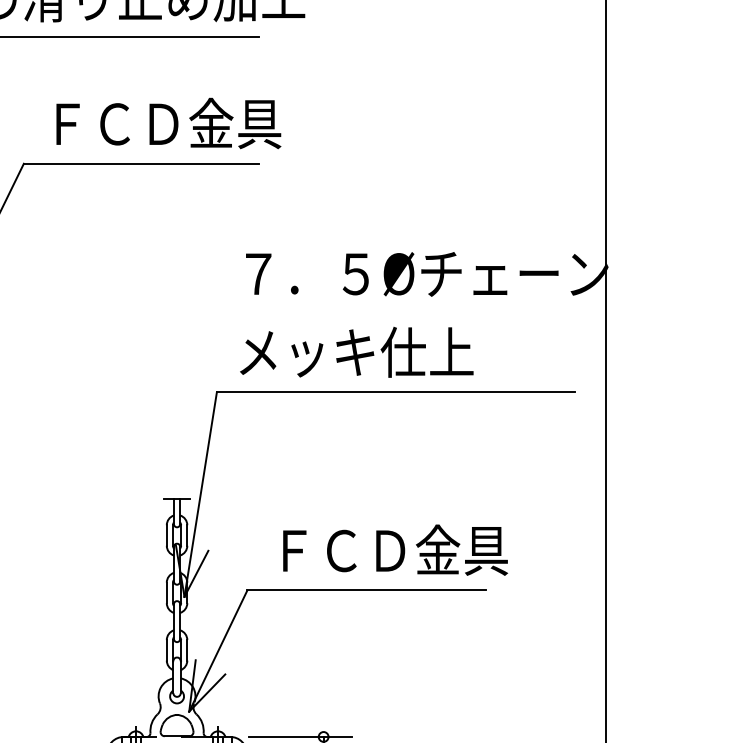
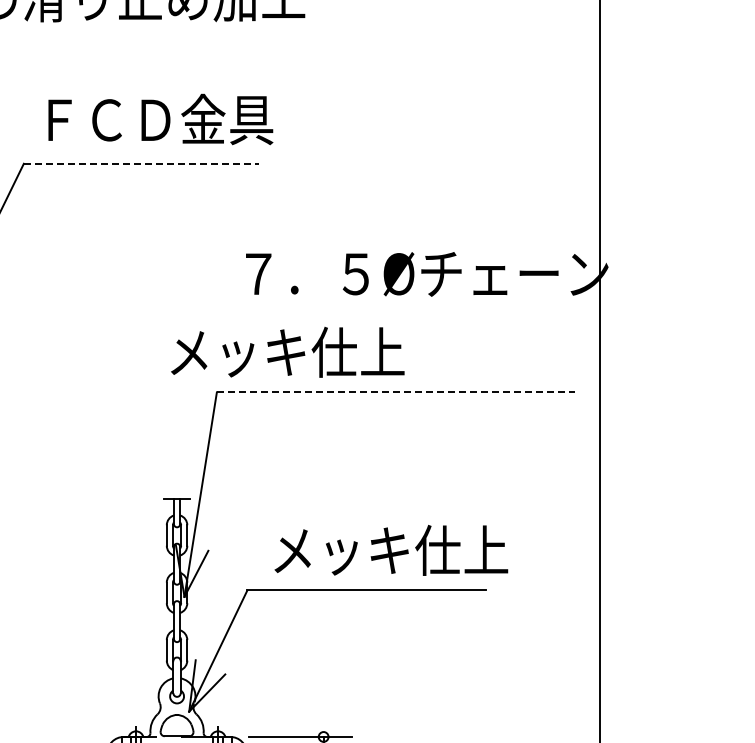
line at (130, 36): present -> none
text at (168, 123) position: (168, 123) -> (160, 119)
line at (141, 163): solid -> dashed
text at (356, 352) position: (356, 352) -> (287, 352)
line at (606, 370) position: (606, 370) -> (600, 370)
line at (395, 392): solid -> dashed
text at (391, 549): ＦＣＤ金具 -> メッキ仕上
